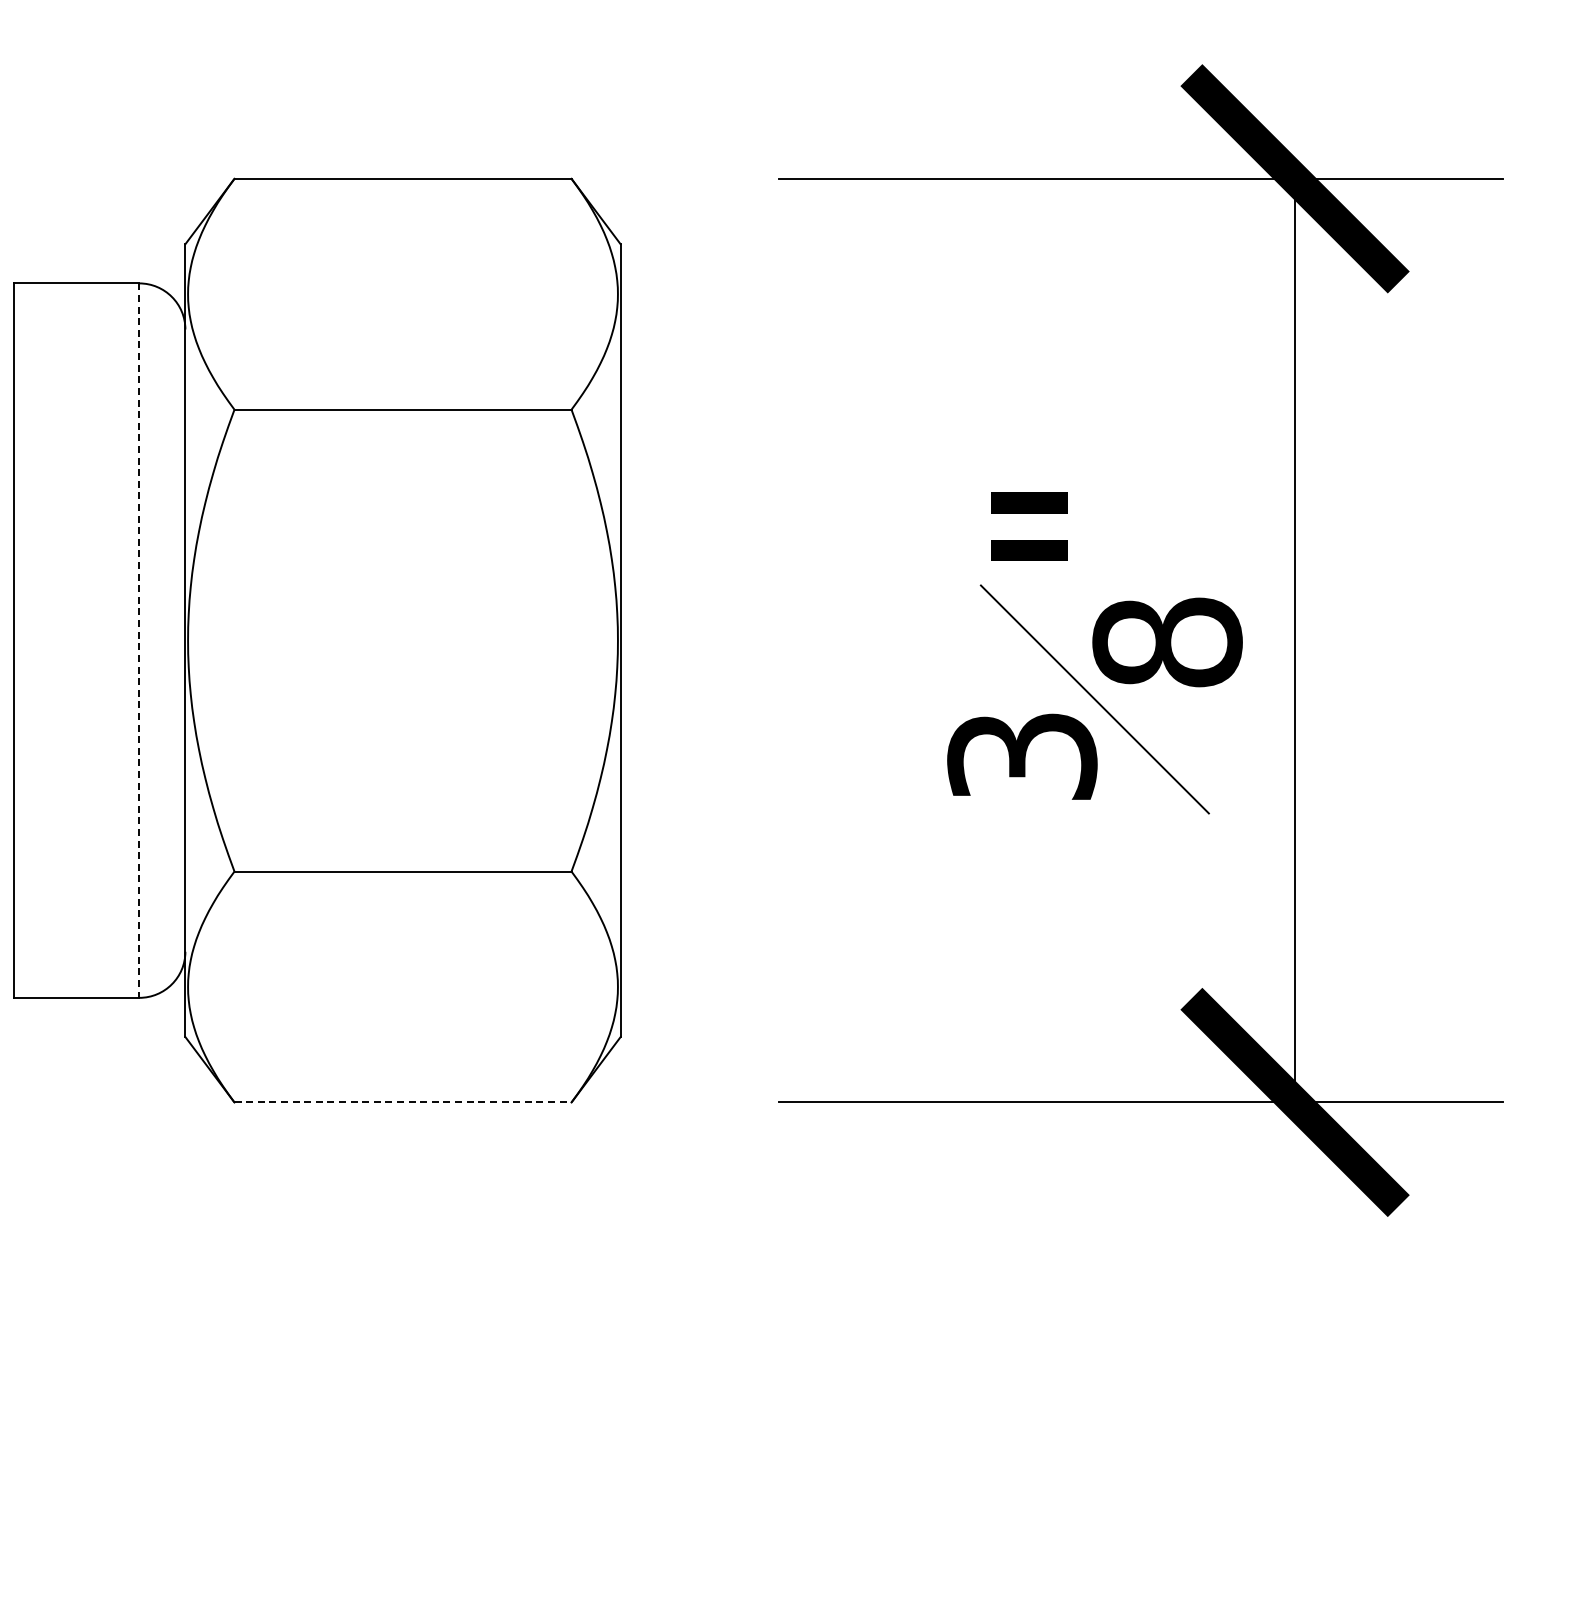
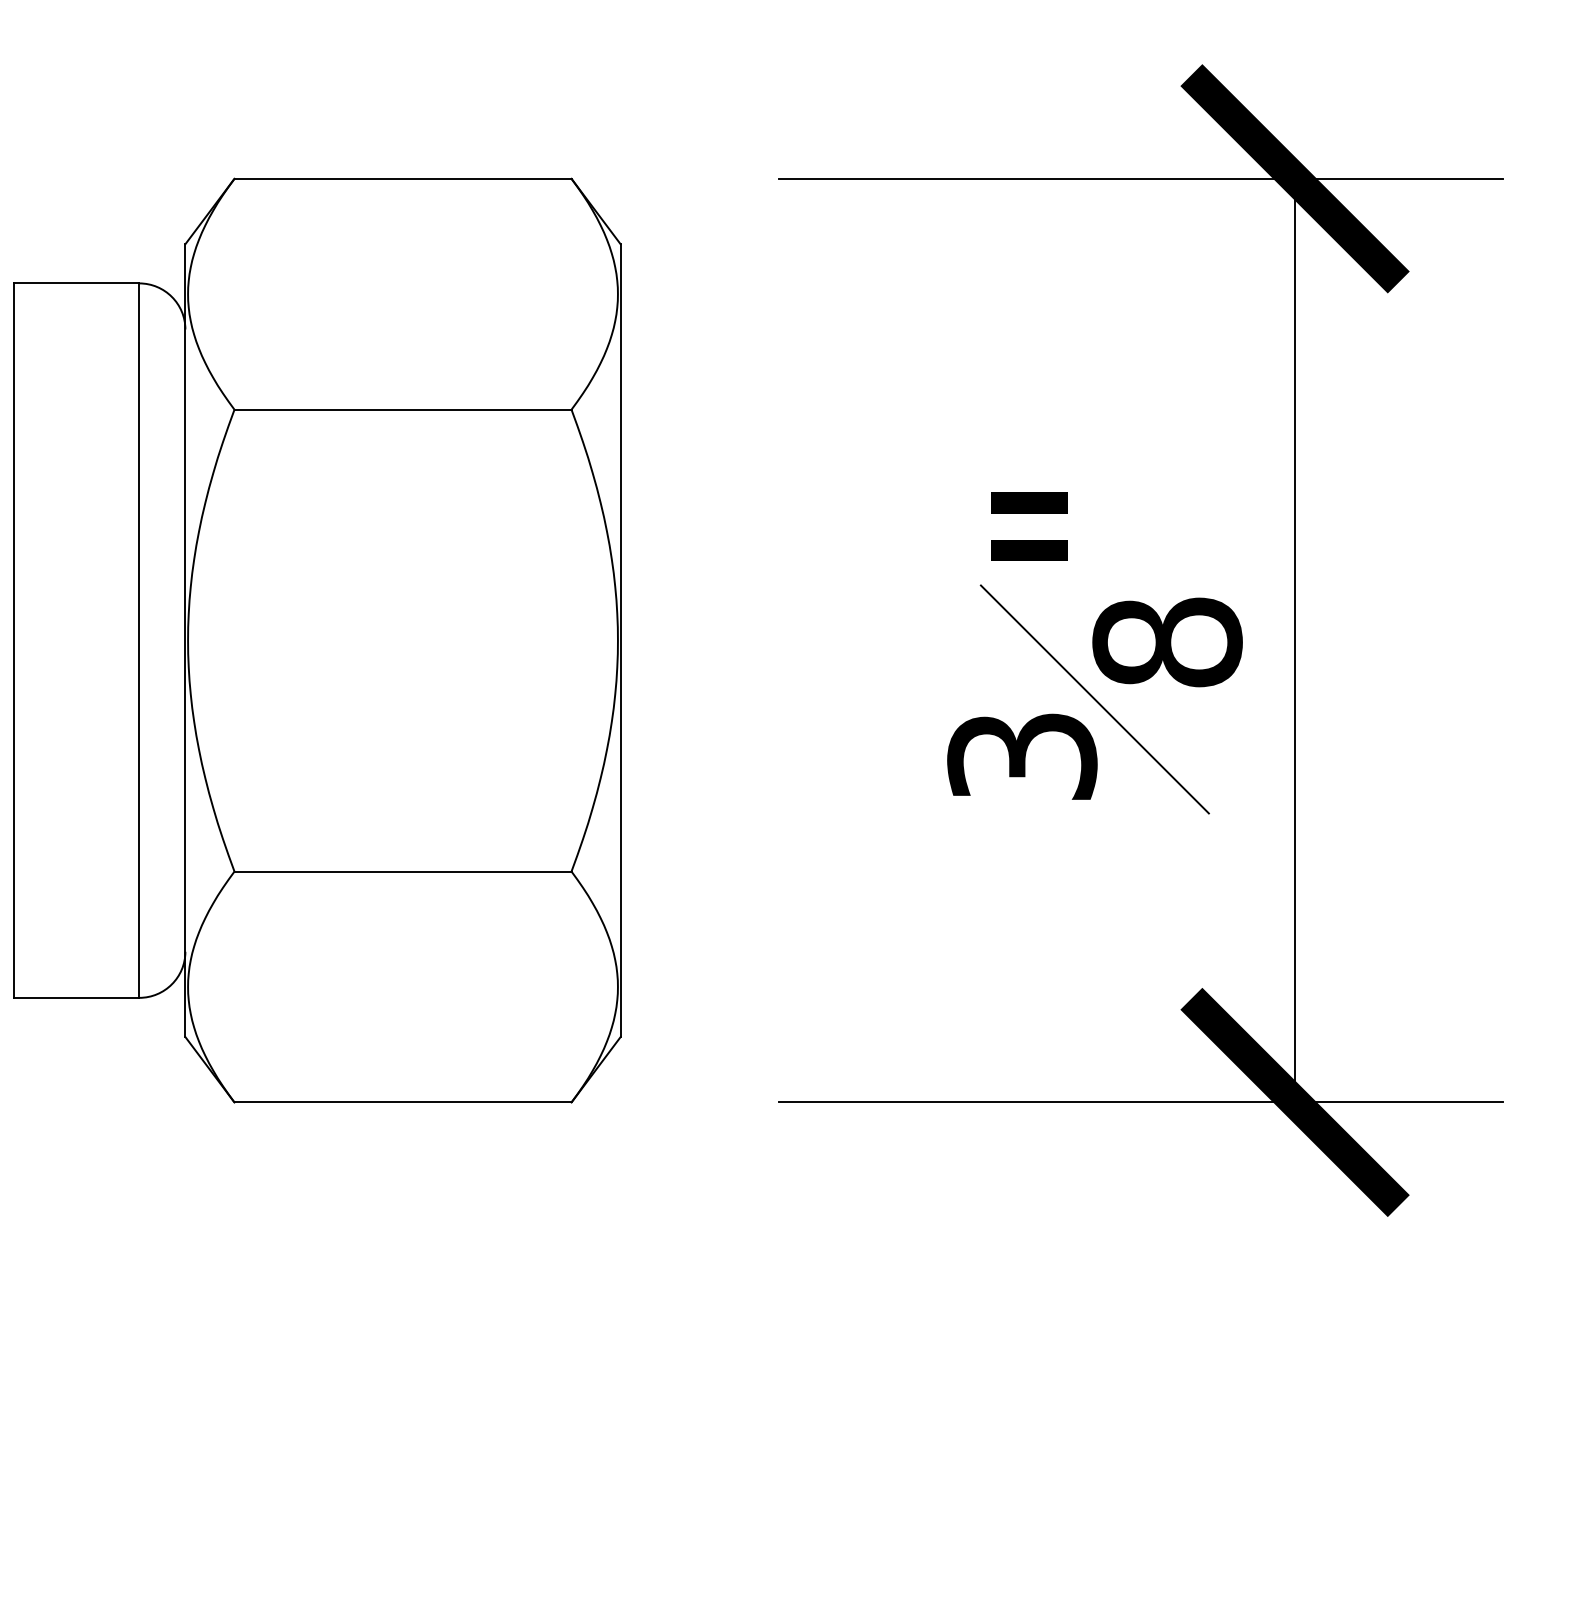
line at (139, 641): dashed -> solid
line at (403, 1102): dashed -> solid
